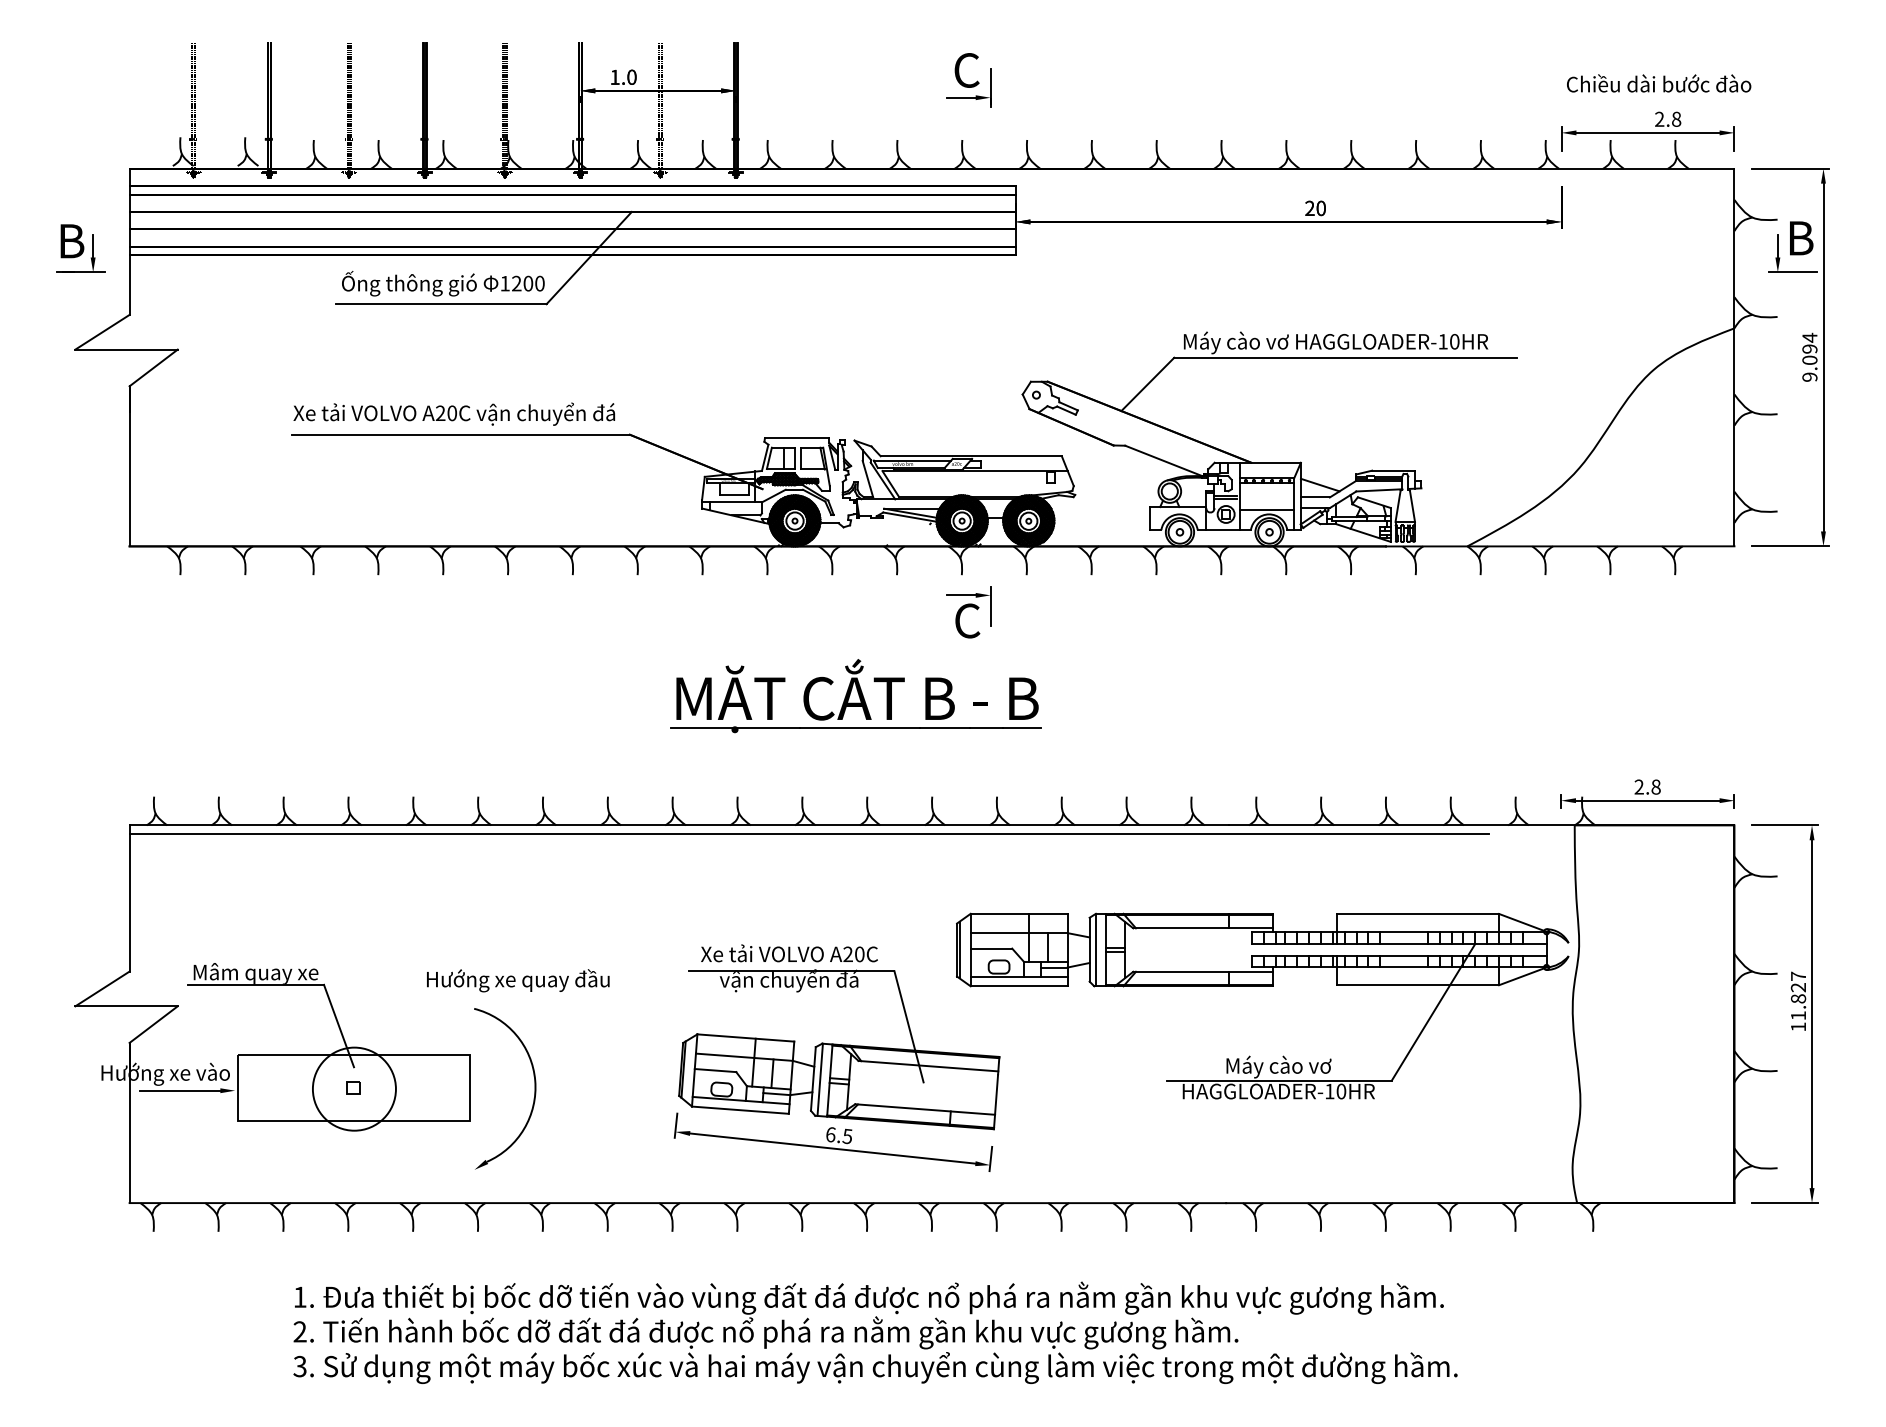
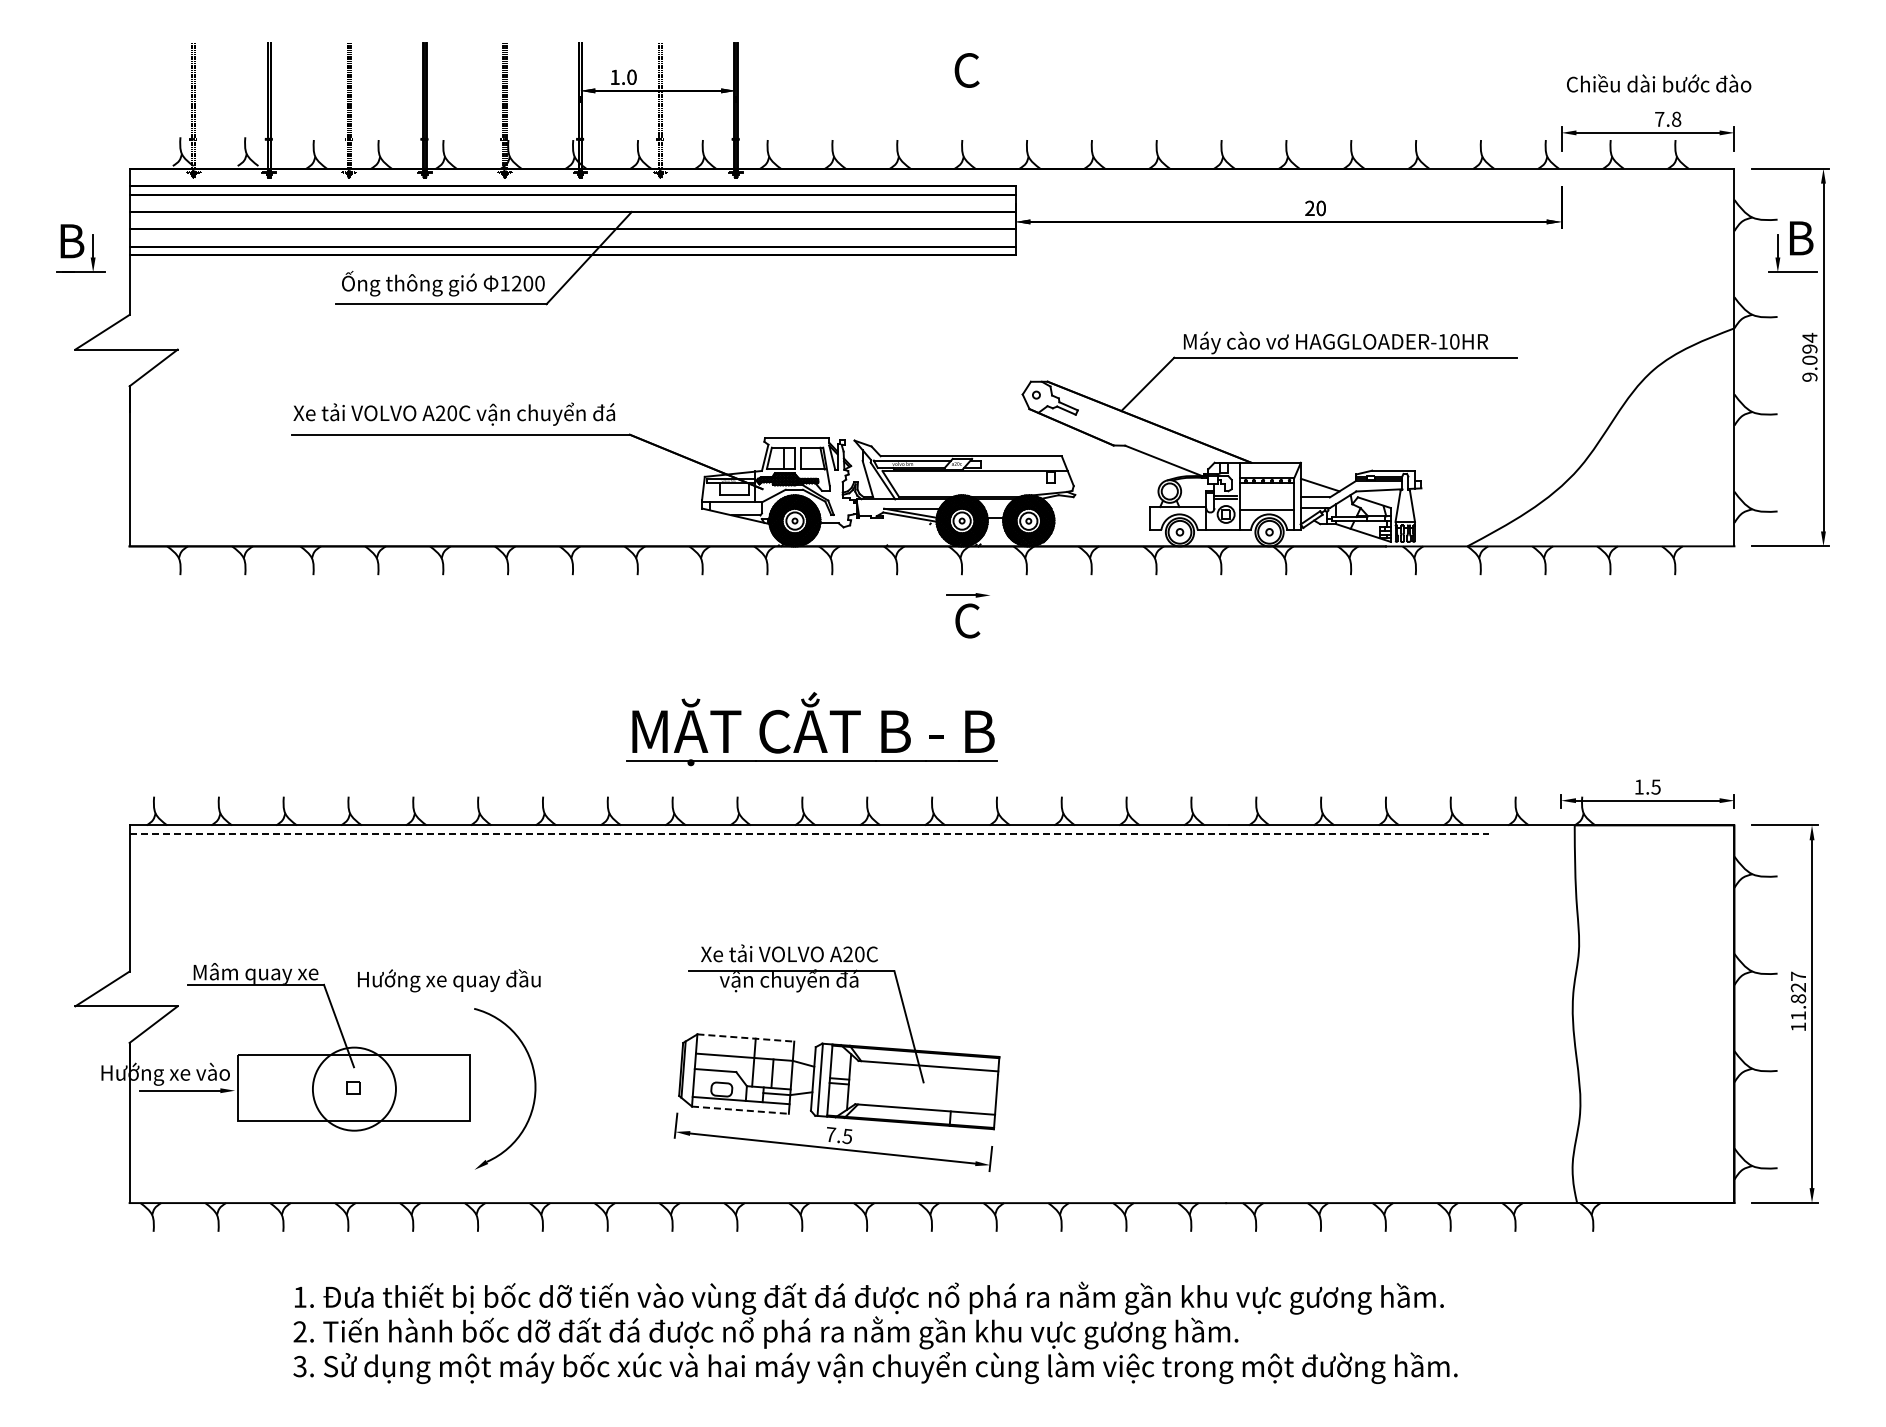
part at (968, 97): present -> none
text at (1659, 118): 2.8 -> 7.8
line at (990, 606): present -> none
part at (855, 696) position: (855, 696) -> (811, 729)
text at (1647, 786): 2.8 -> 1.5
line at (809, 834): solid -> dashed
text at (518, 980) position: (518, 980) -> (449, 980)
part at (1262, 986): present -> none
line at (745, 1037): solid -> dashed
line at (740, 1110): solid -> dashed
text at (831, 1134): 6.5 -> 7.5
